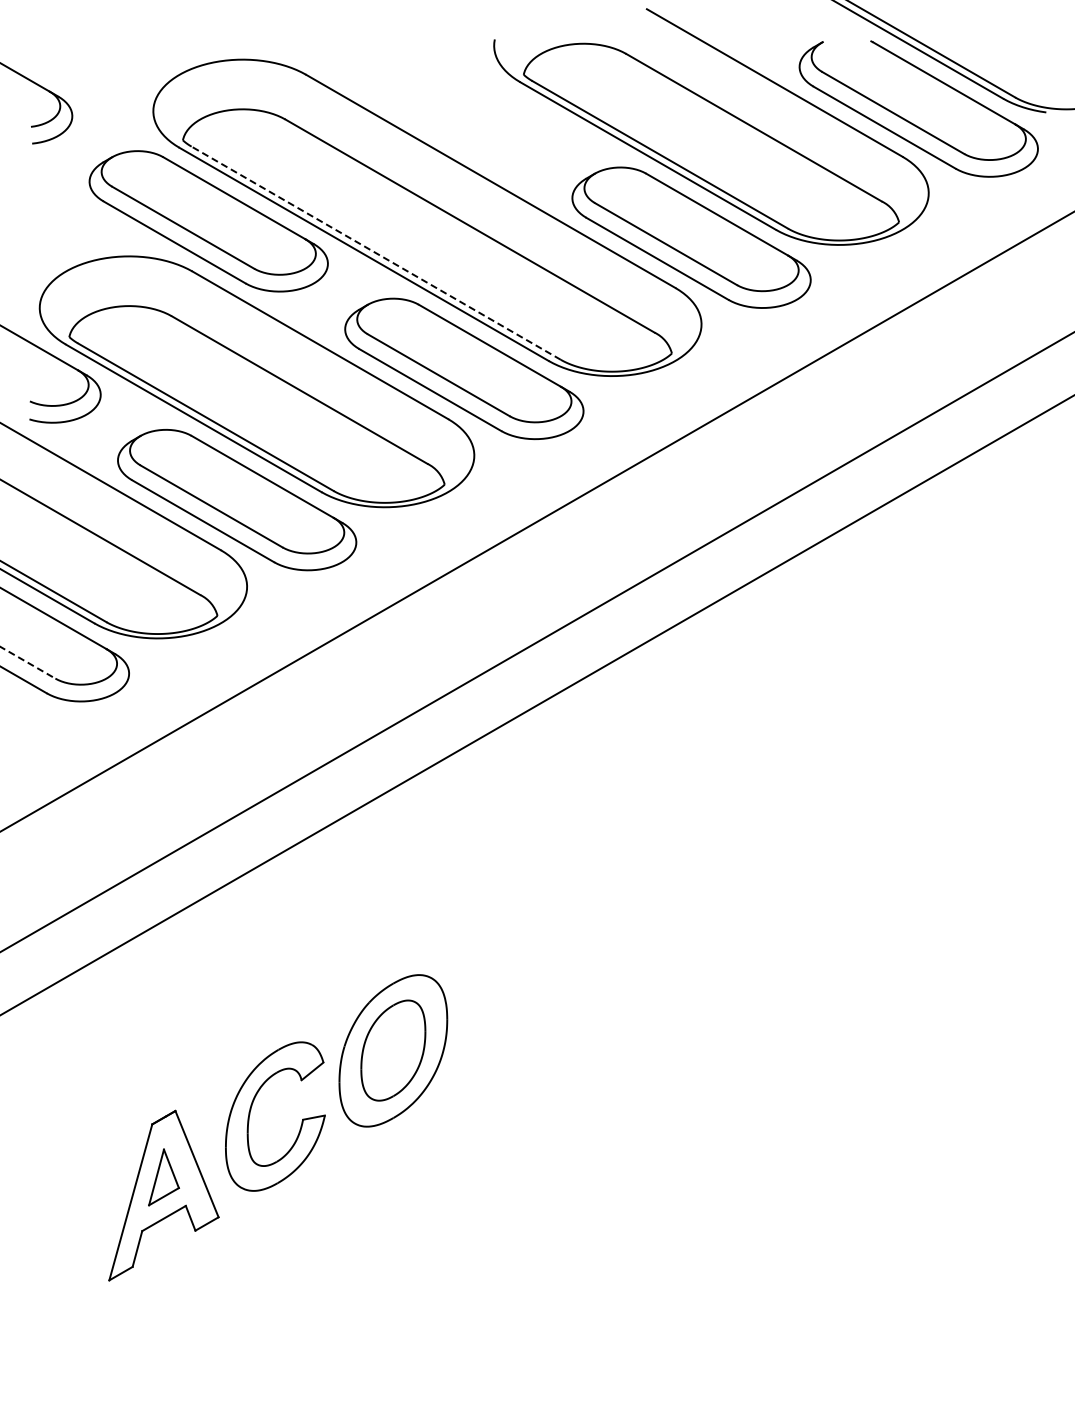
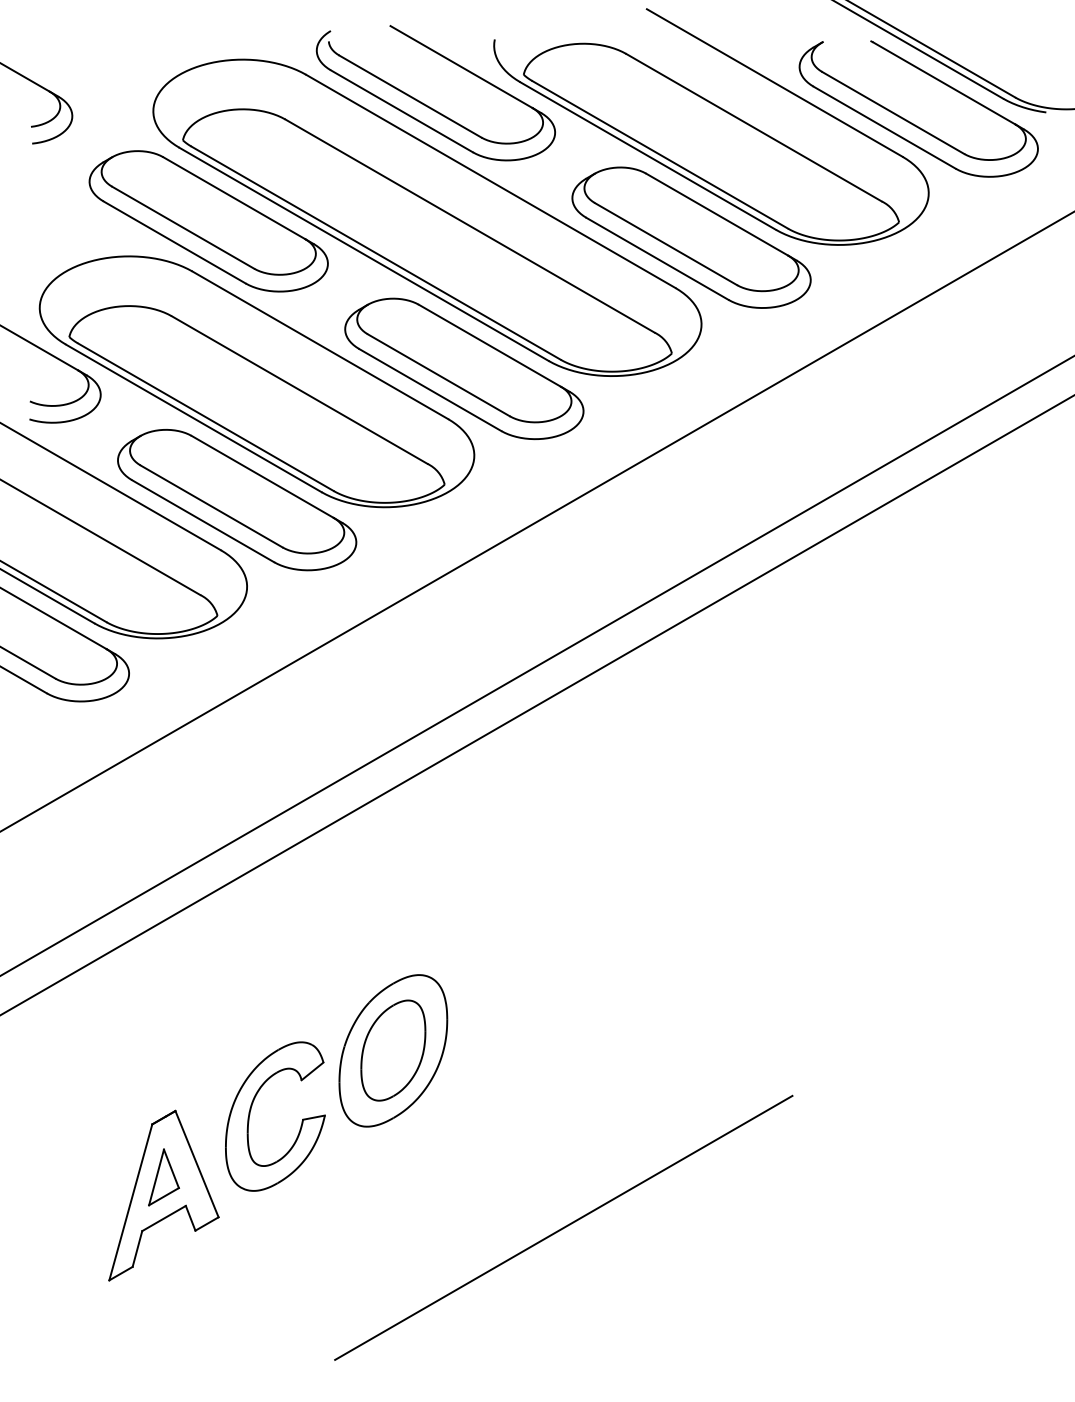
part at (428, 105): none -> present
line at (375, 252): dashed -> solid
line at (536, 641) position: (536, 641) -> (536, 665)
line at (28, 663): dashed -> solid
line at (563, 1227): none -> present
